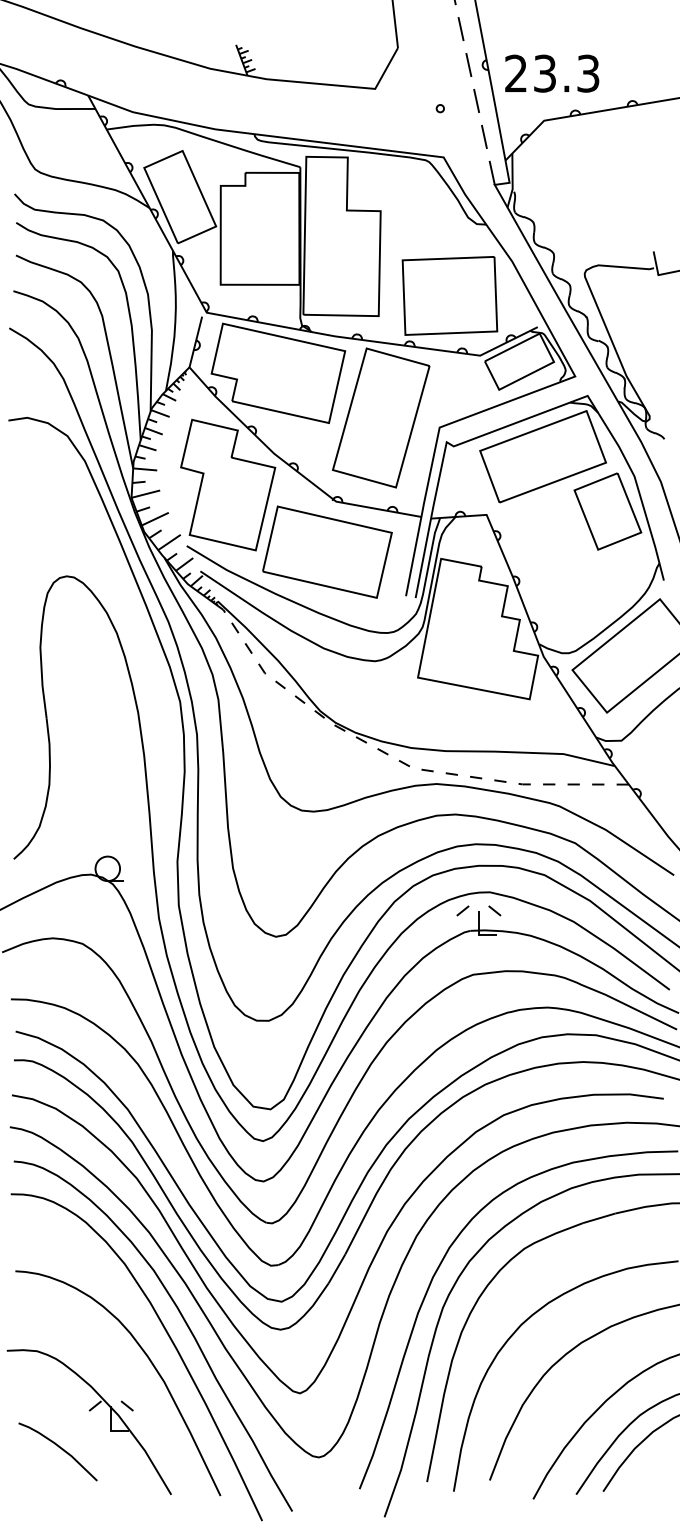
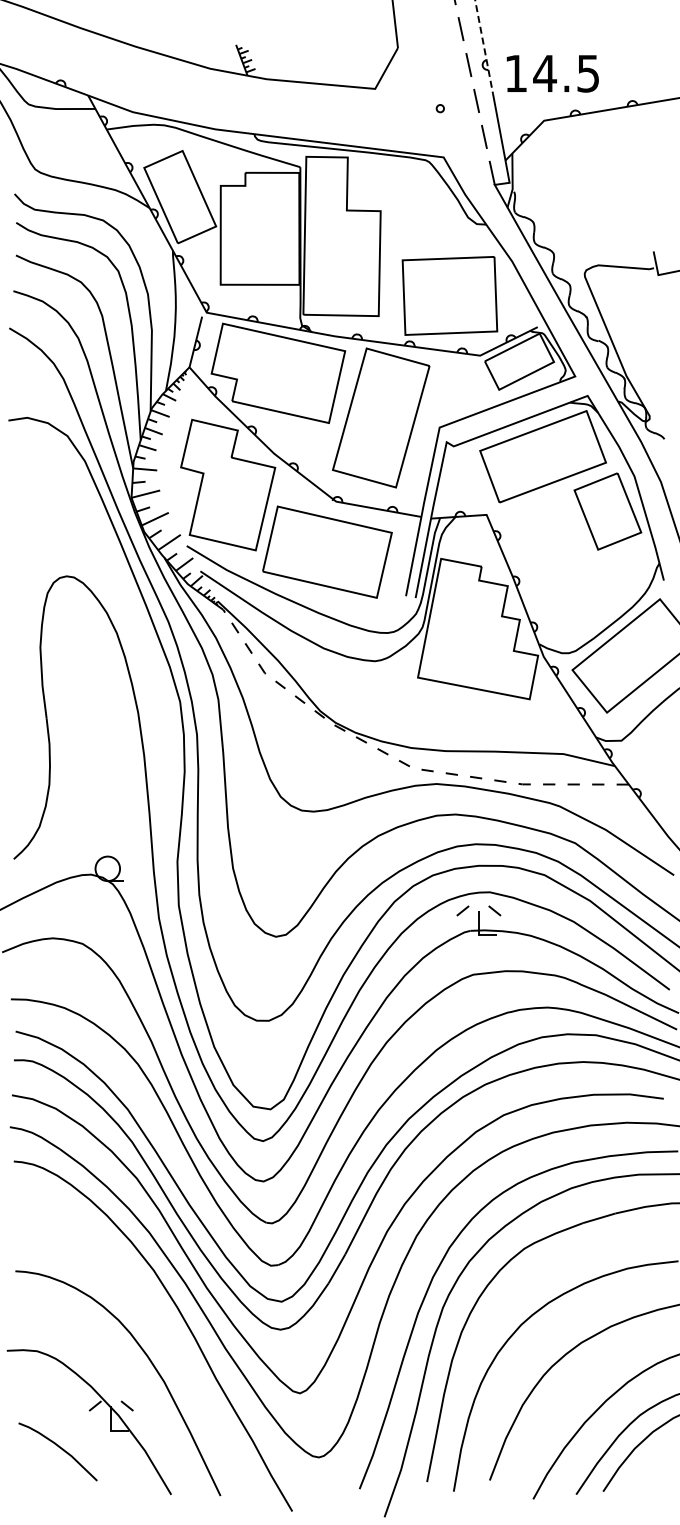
line at (484, 48): solid -> dashed
text at (552, 73): 23.3 -> 14.5
curve at (167, 1335): present -> none
